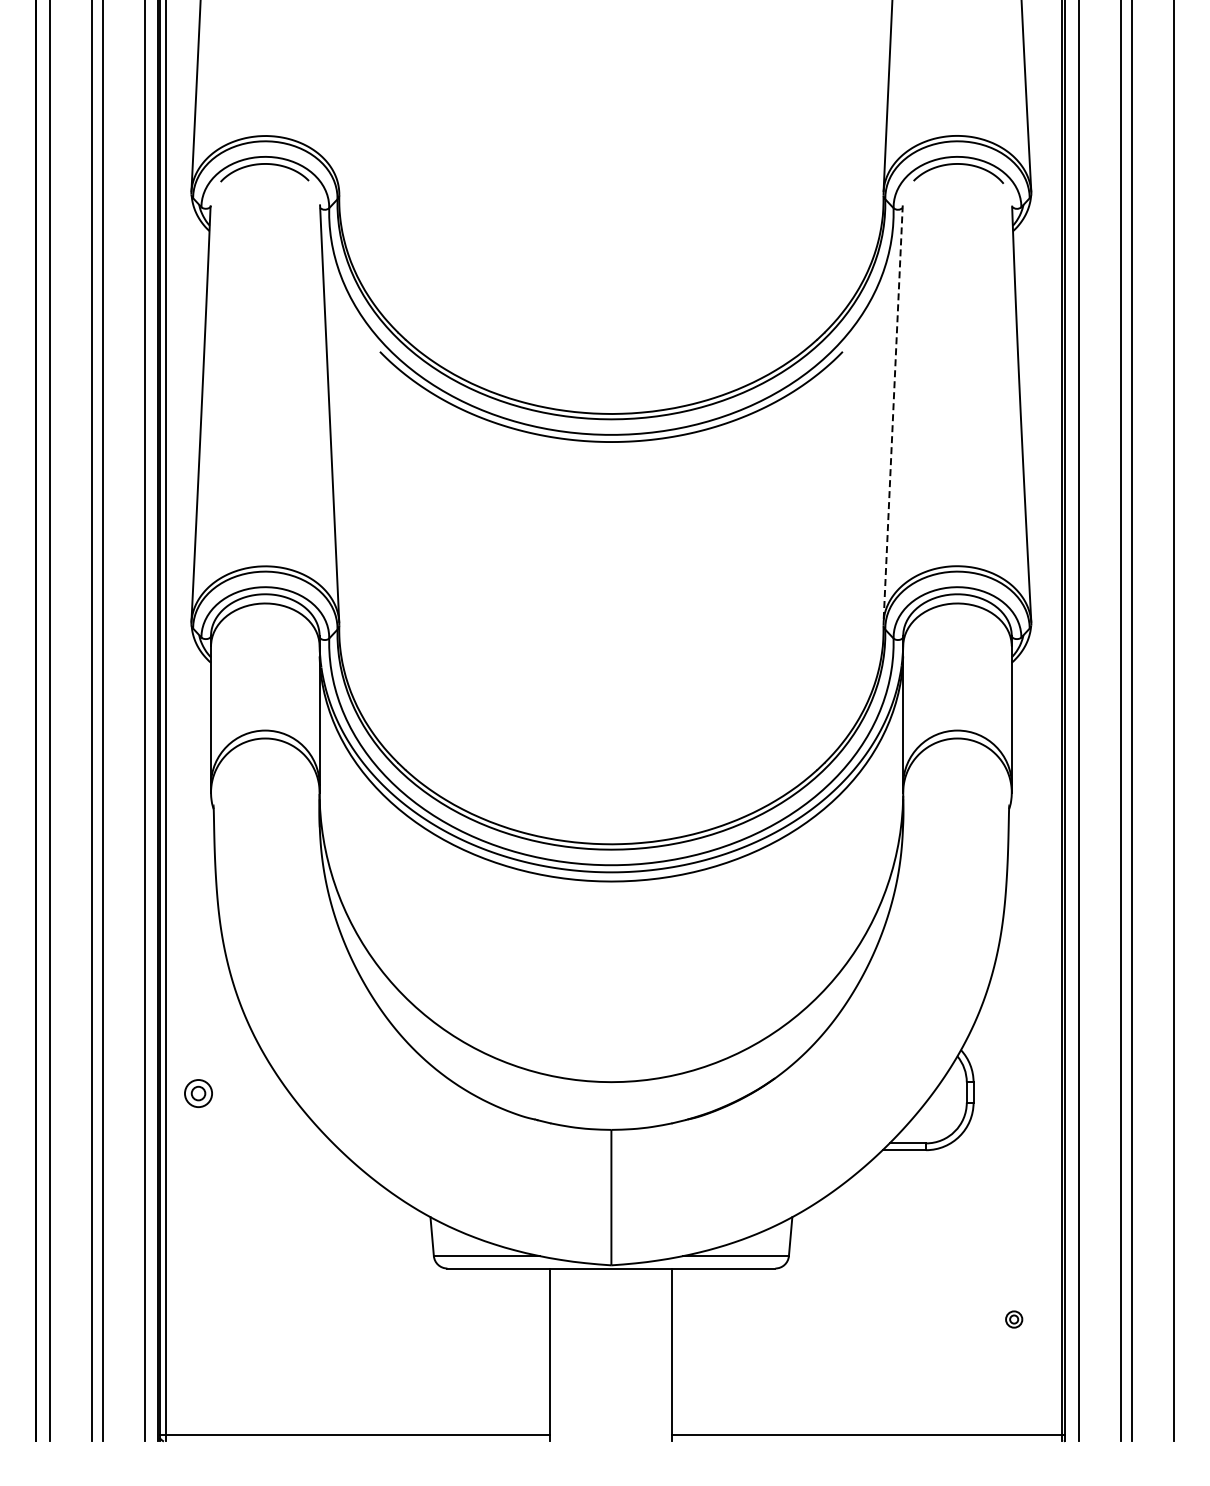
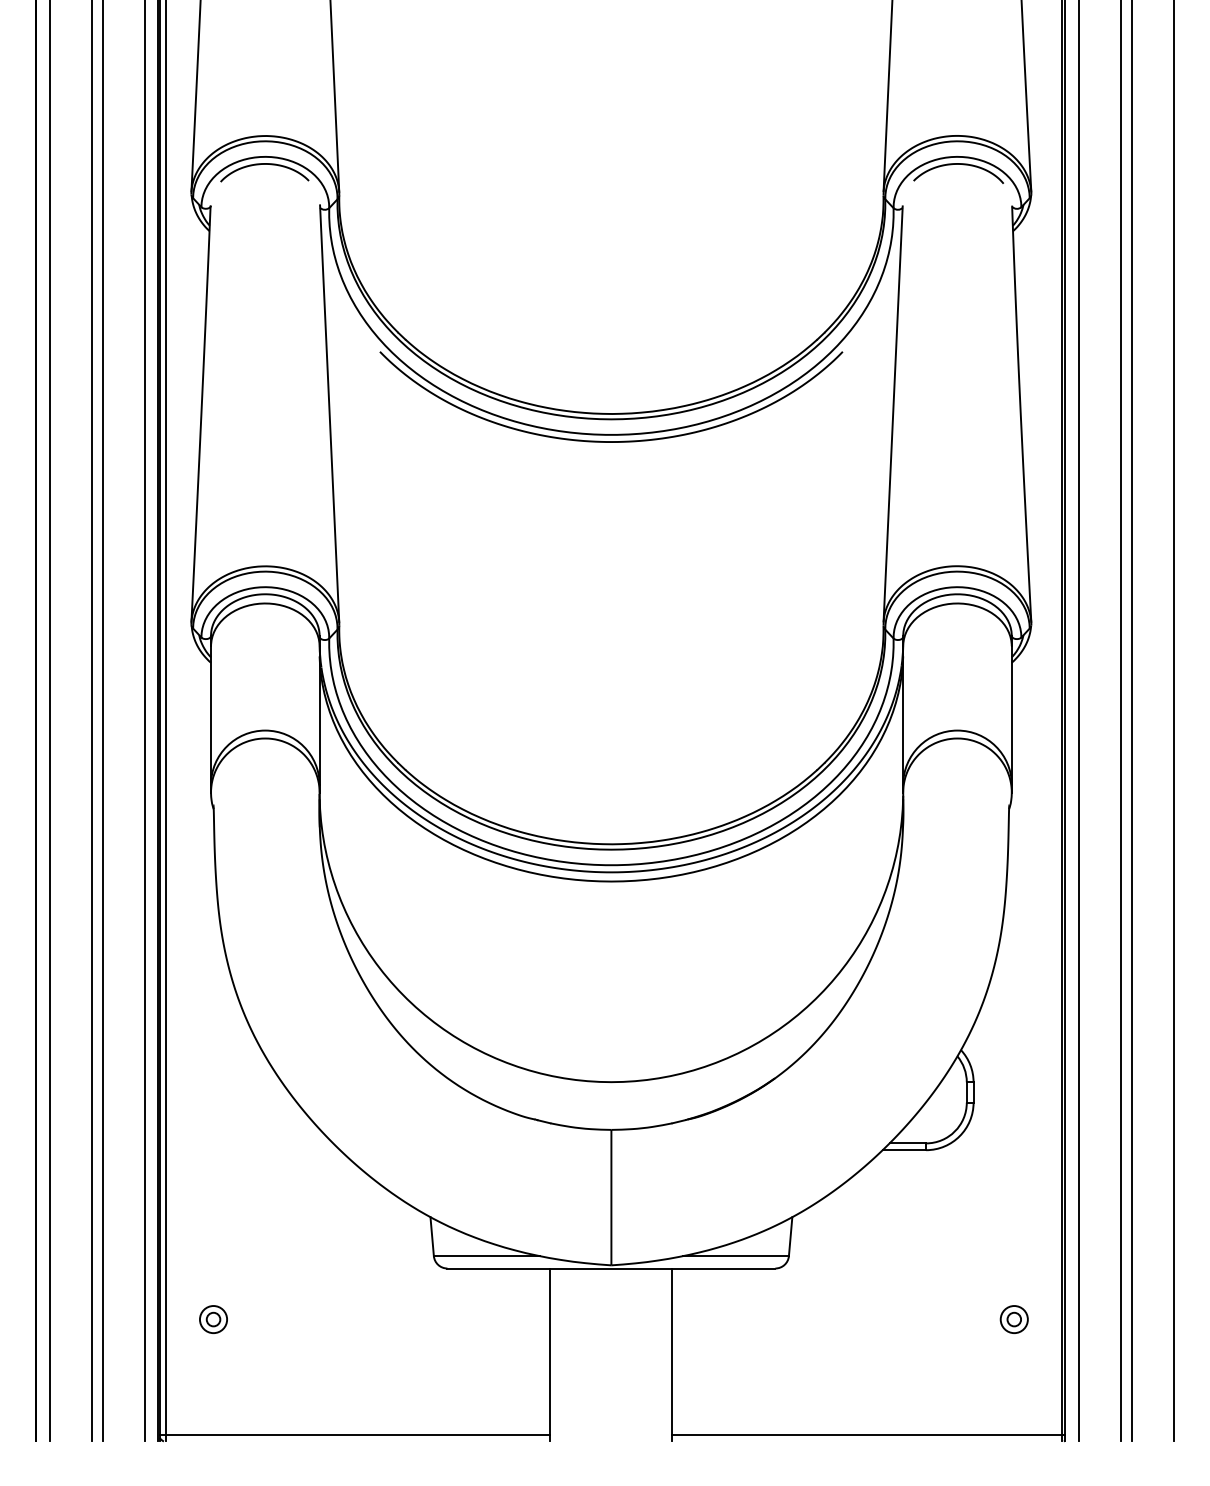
line at (334, 96): none -> present
line at (893, 413): dashed -> solid
part at (198, 1093) position: (198, 1093) -> (213, 1319)
part at (1014, 1319) size: 19x19 px -> 30x29 px
